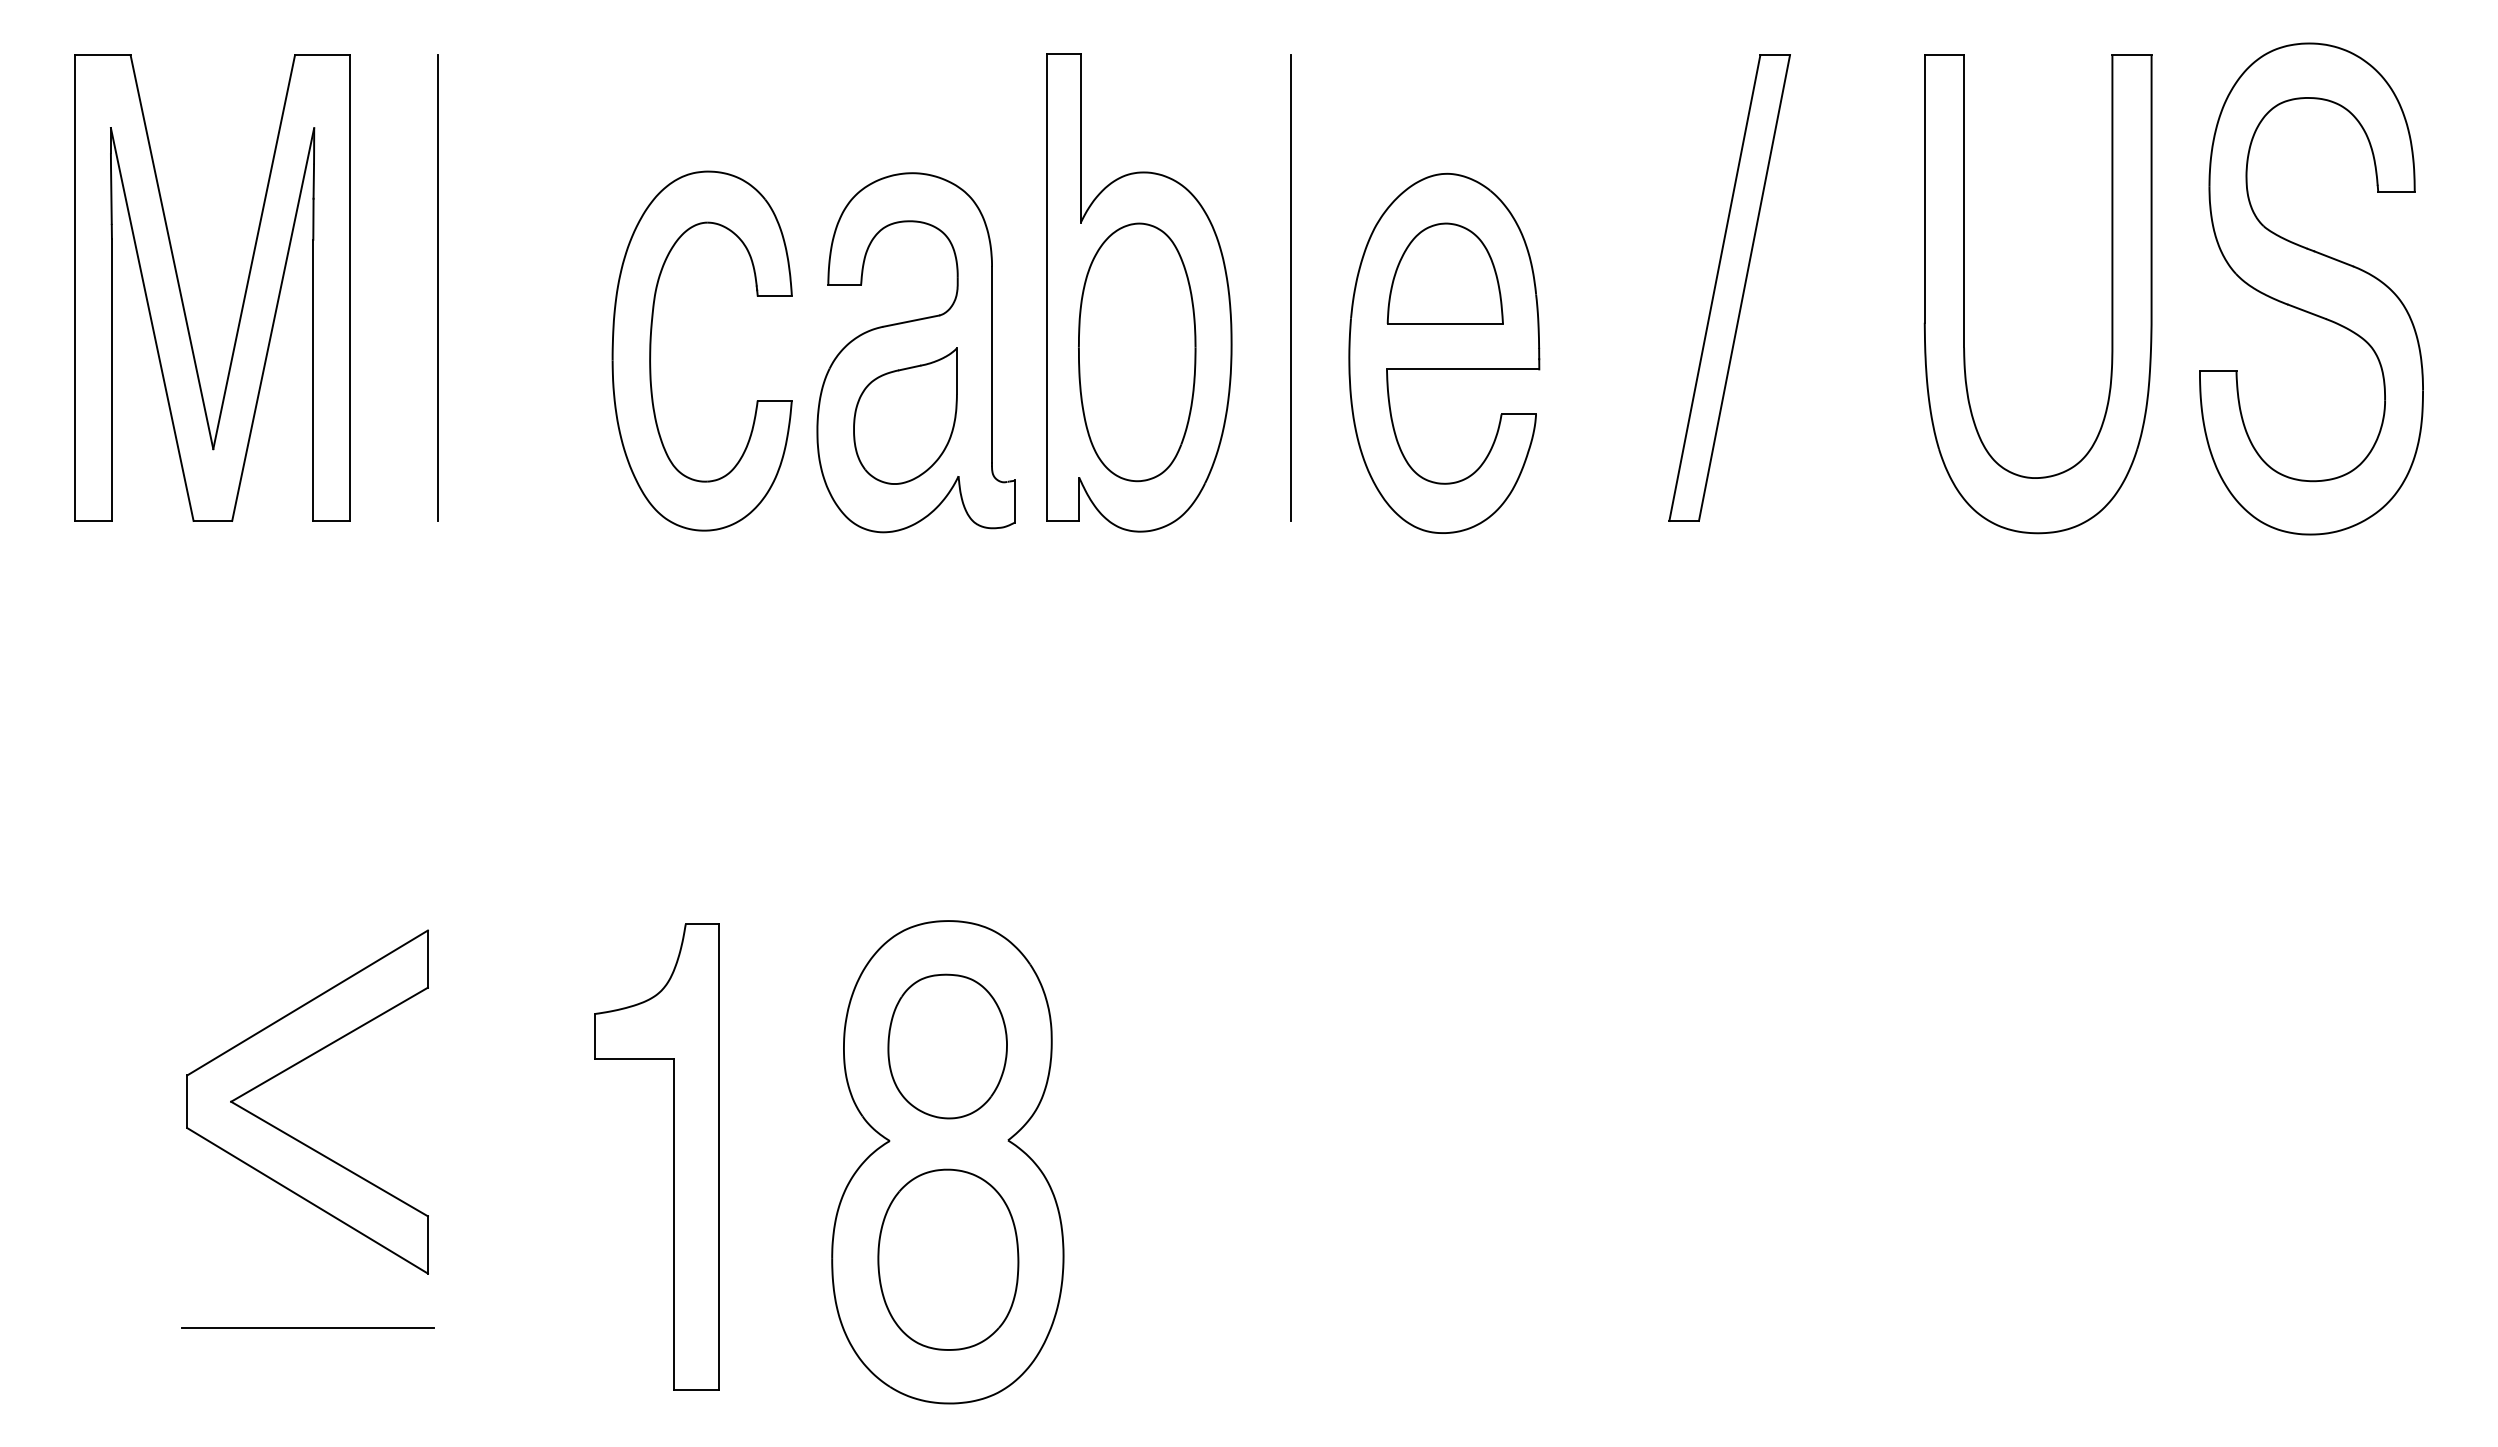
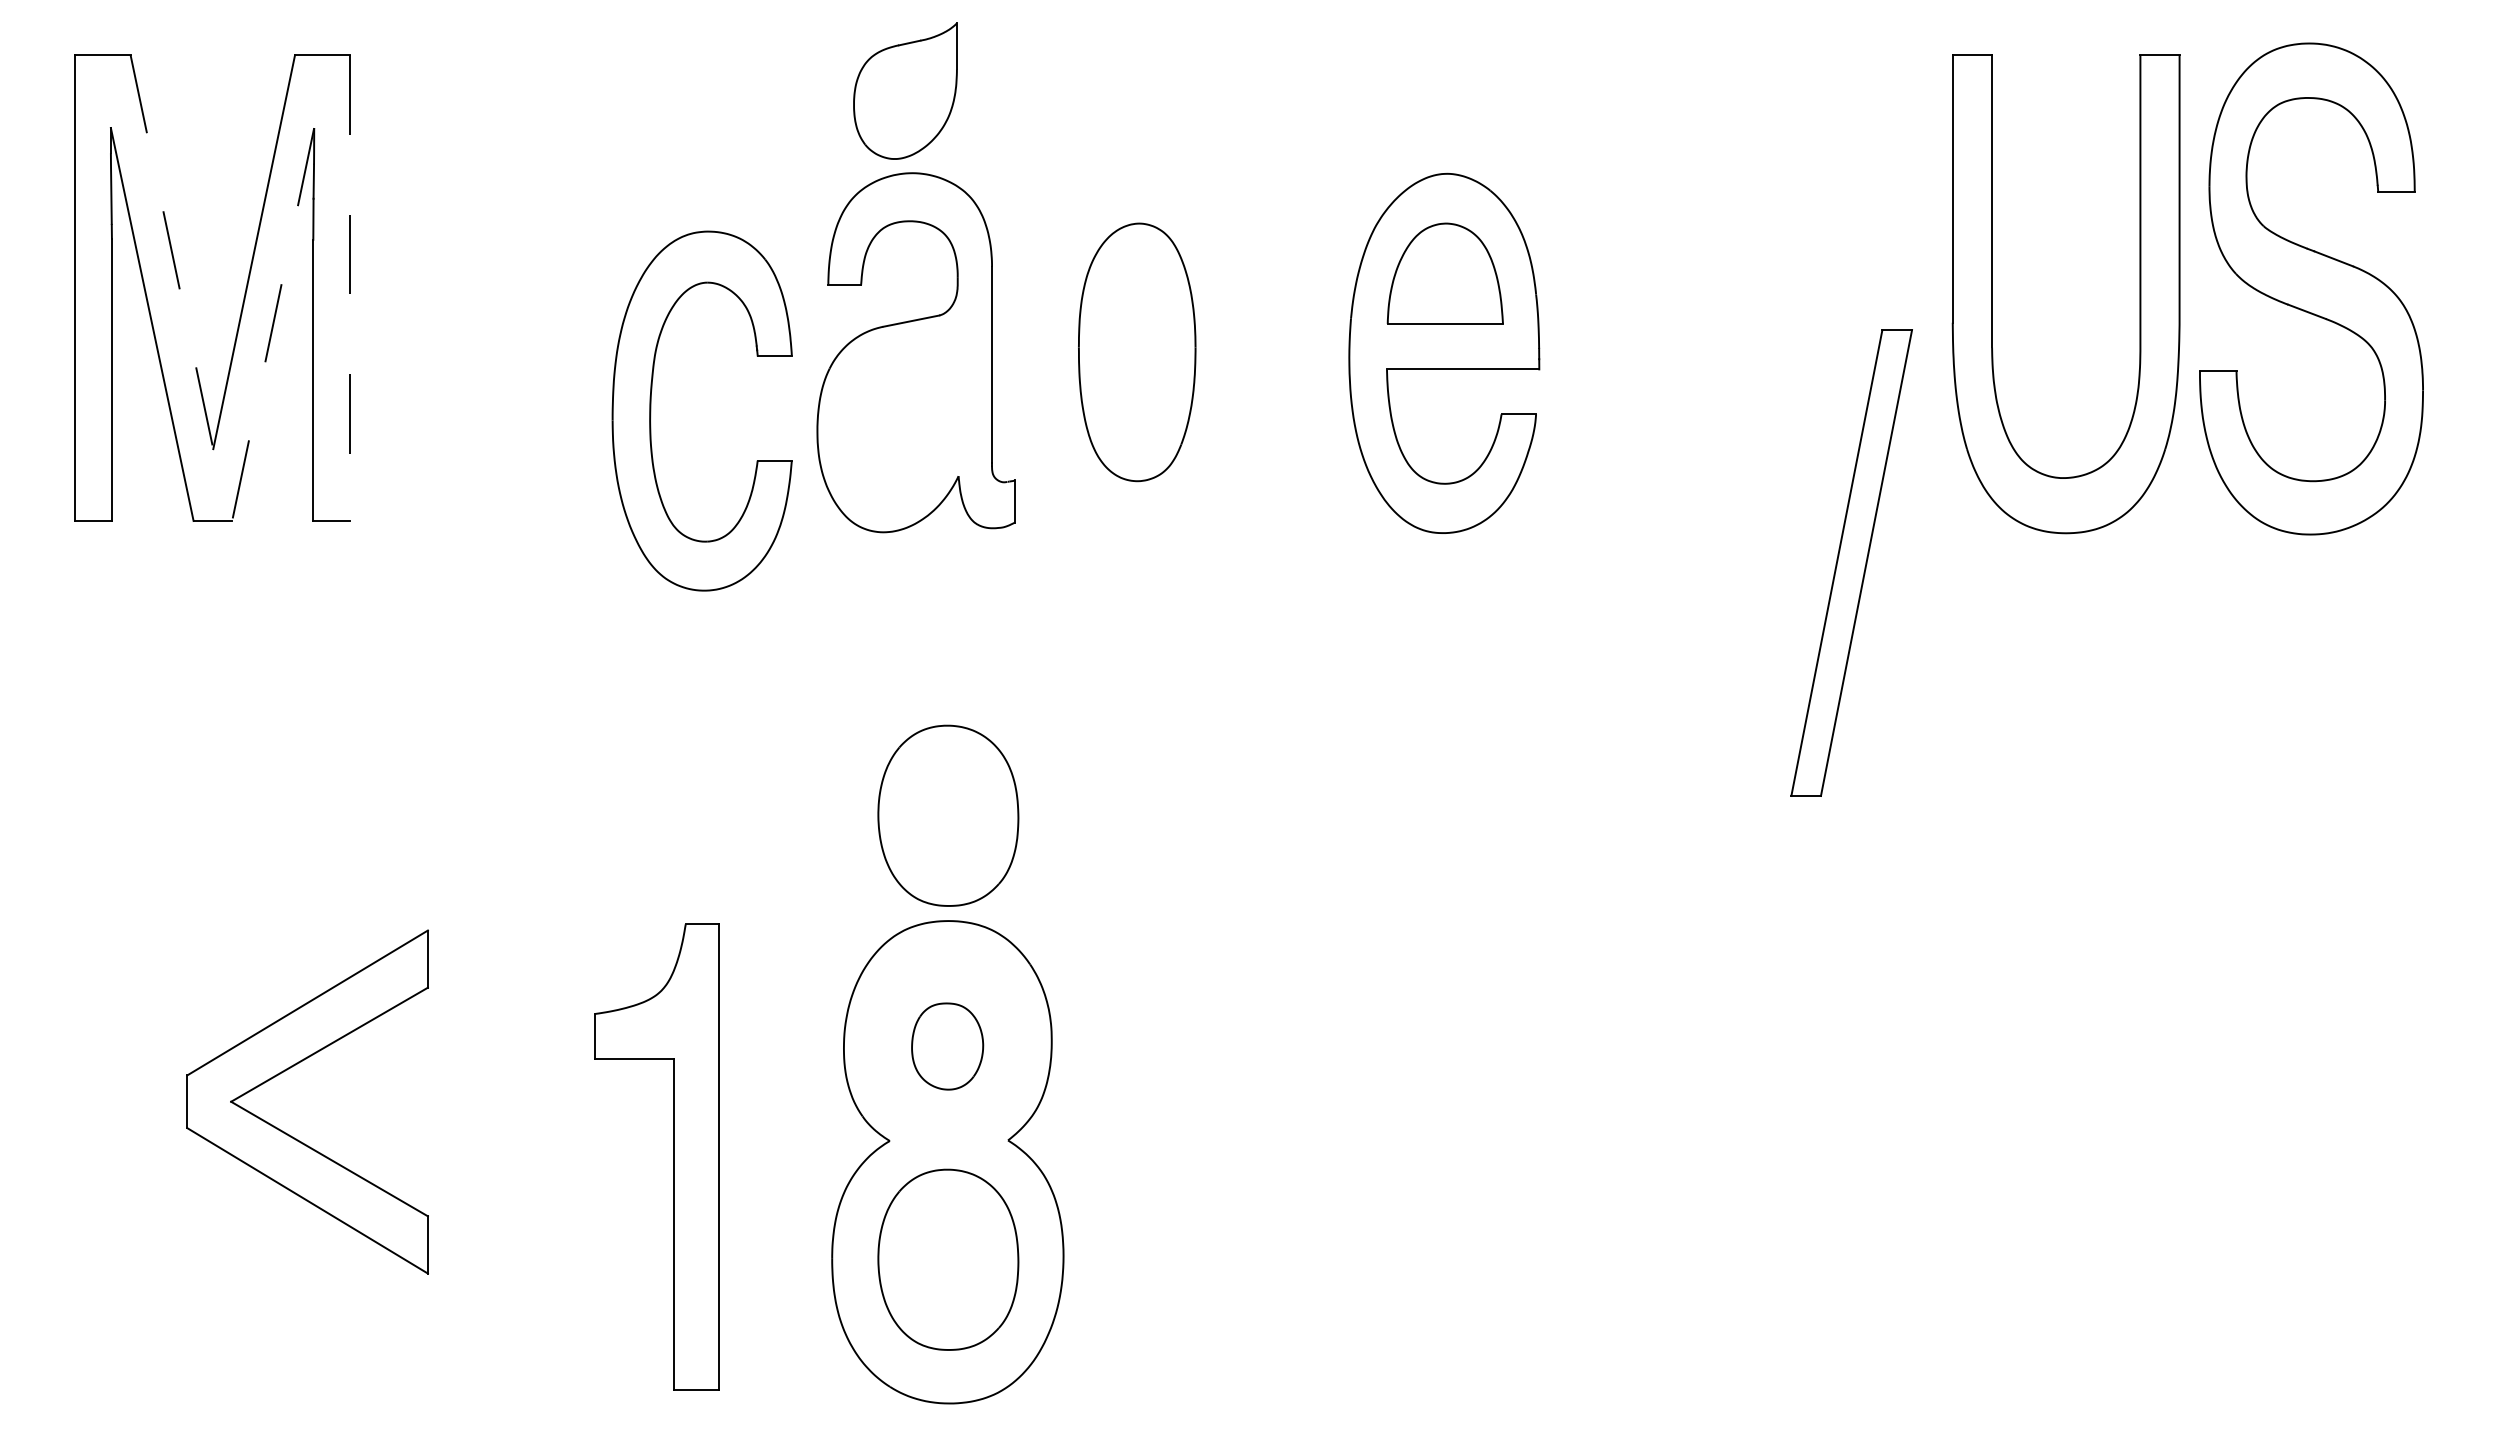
line at (172, 252): solid -> dashed
part at (1729, 287) position: (1729, 287) -> (1851, 562)
line at (350, 288): solid -> dashed
line at (437, 288): present -> none
line at (1290, 288): present -> none
part at (1139, 292): present -> none
part at (1964, 294) position: (1964, 294) -> (1992, 294)
line at (273, 324): solid -> dashed
part at (651, 350) position: (651, 350) -> (651, 410)
part at (905, 415) position: (905, 415) -> (905, 90)
part at (948, 815): none -> present
part at (947, 1046) size: 121x147 px -> 74x89 px
line at (307, 1328): present -> none
